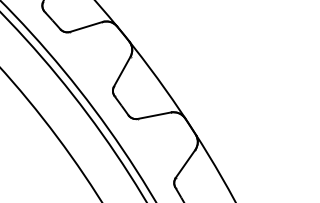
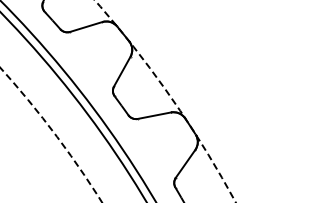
circle at (165, 101): solid -> dashed
circle at (51, 134): solid -> dashed
